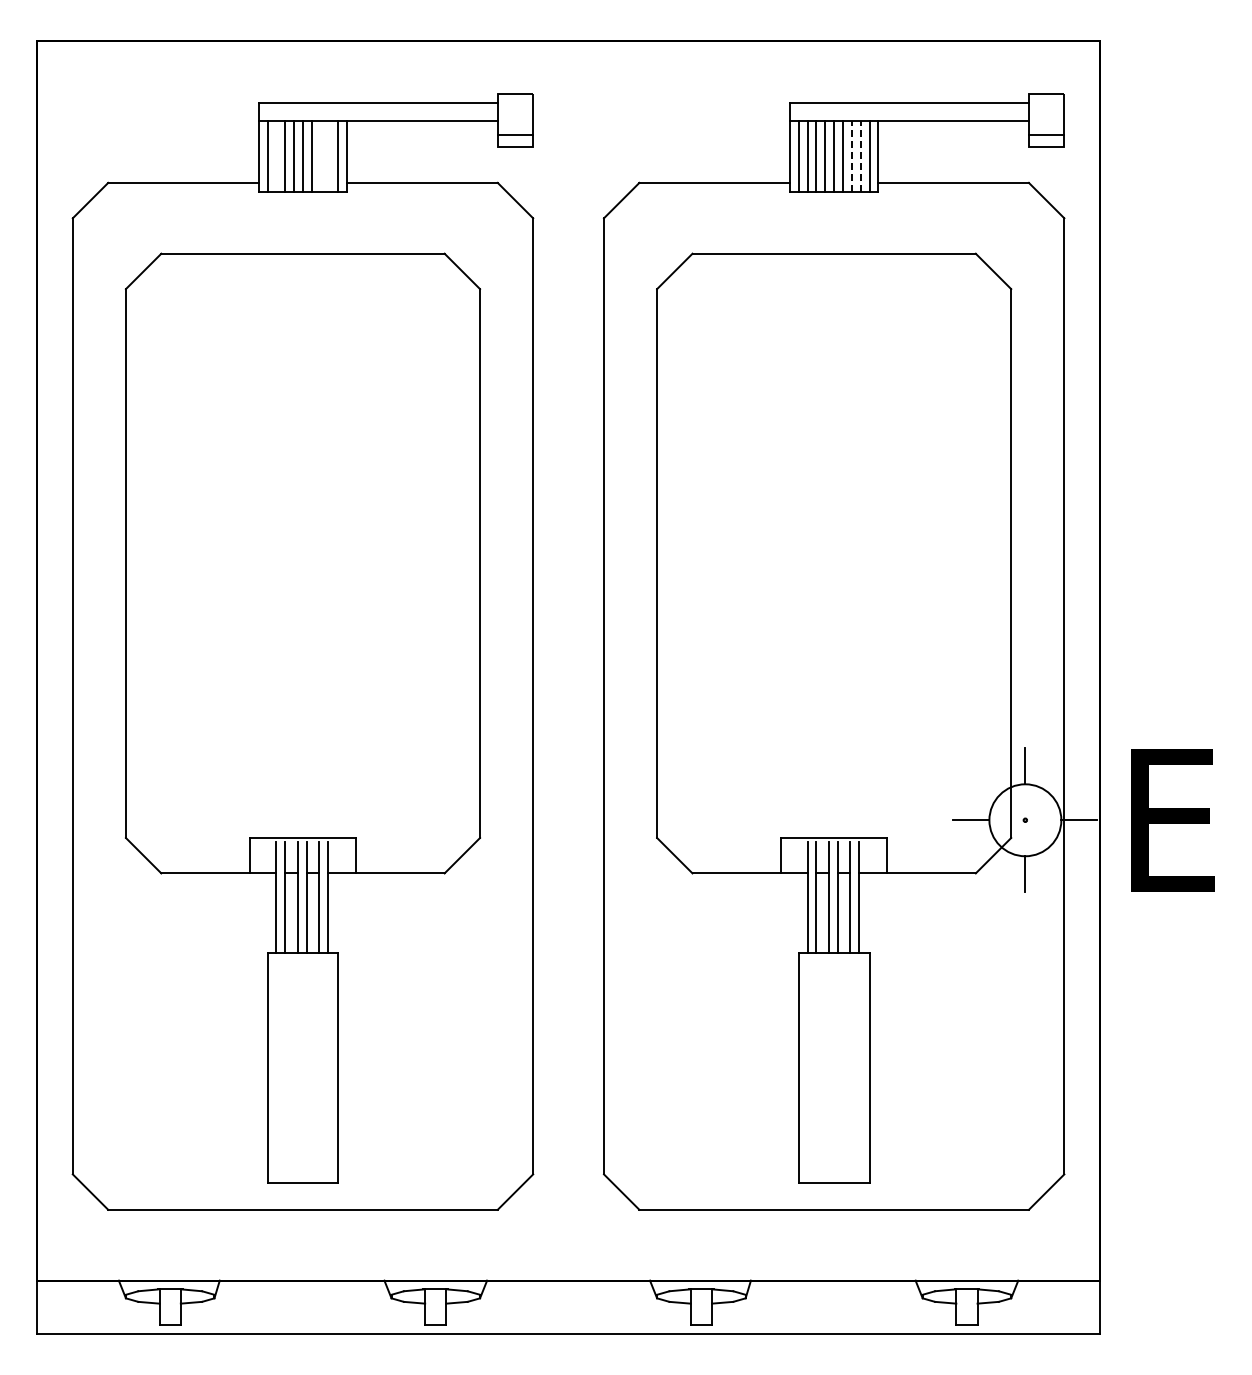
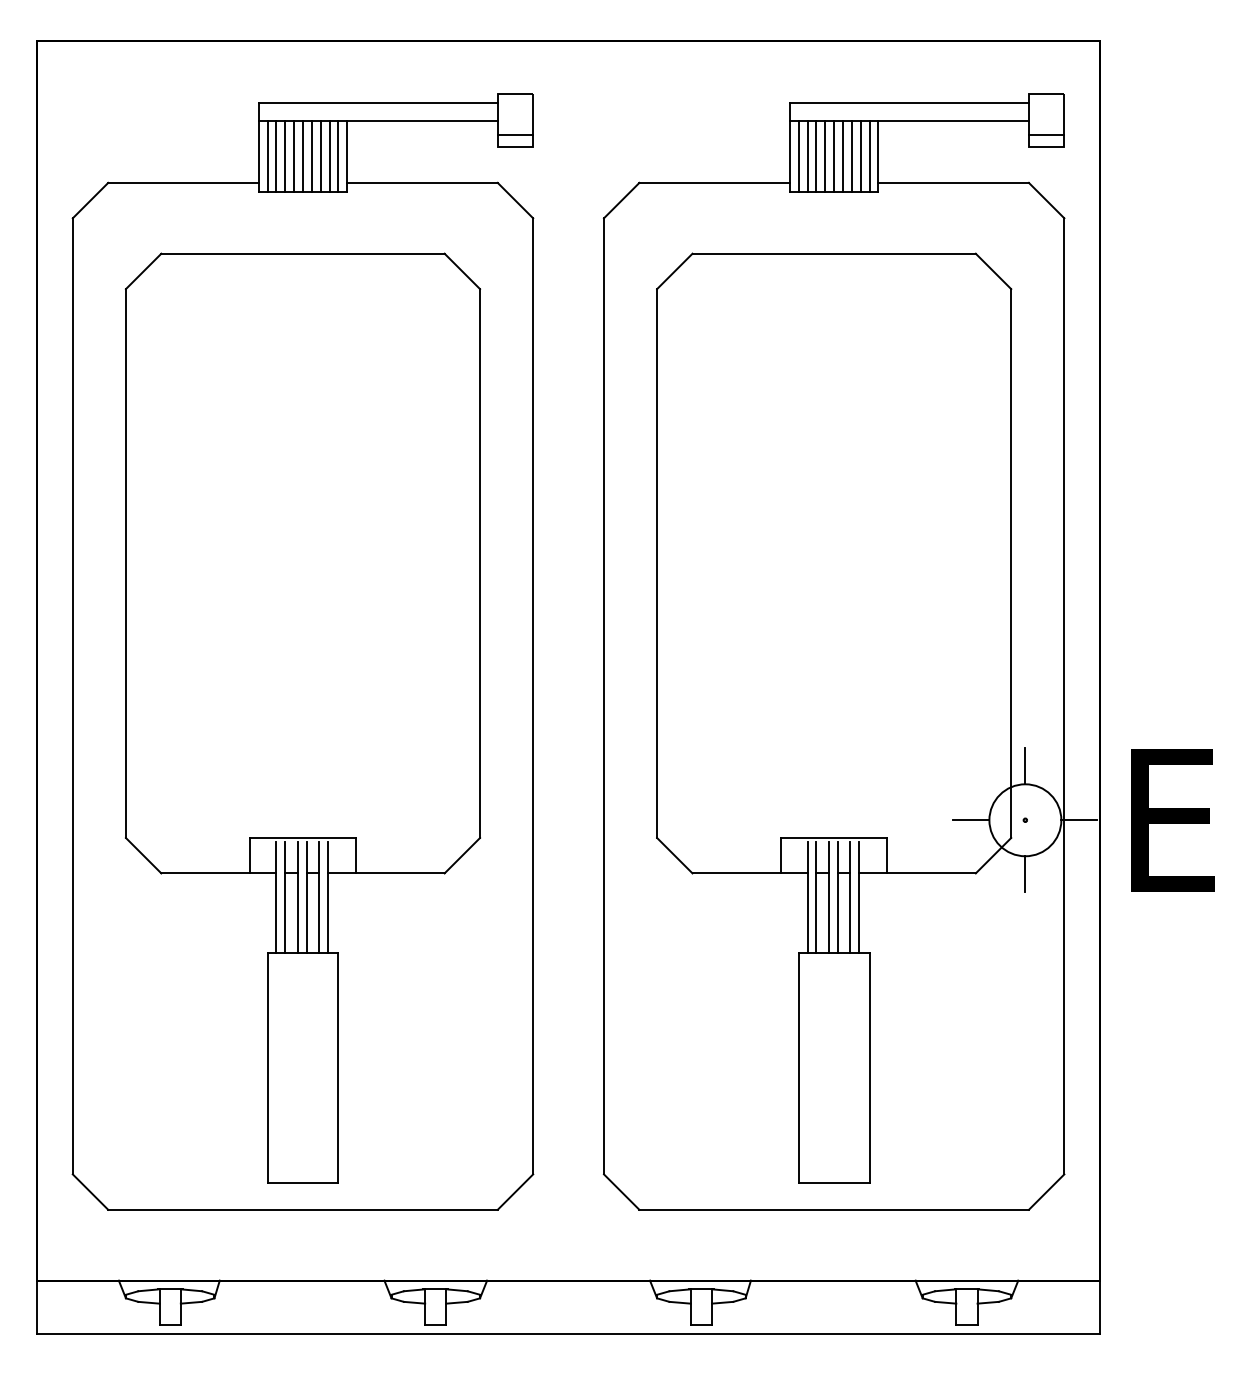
line at (276, 155): none -> present
line at (320, 155): none -> present
line at (329, 155): none -> present
line at (851, 155): dashed -> solid
line at (860, 155): dashed -> solid
